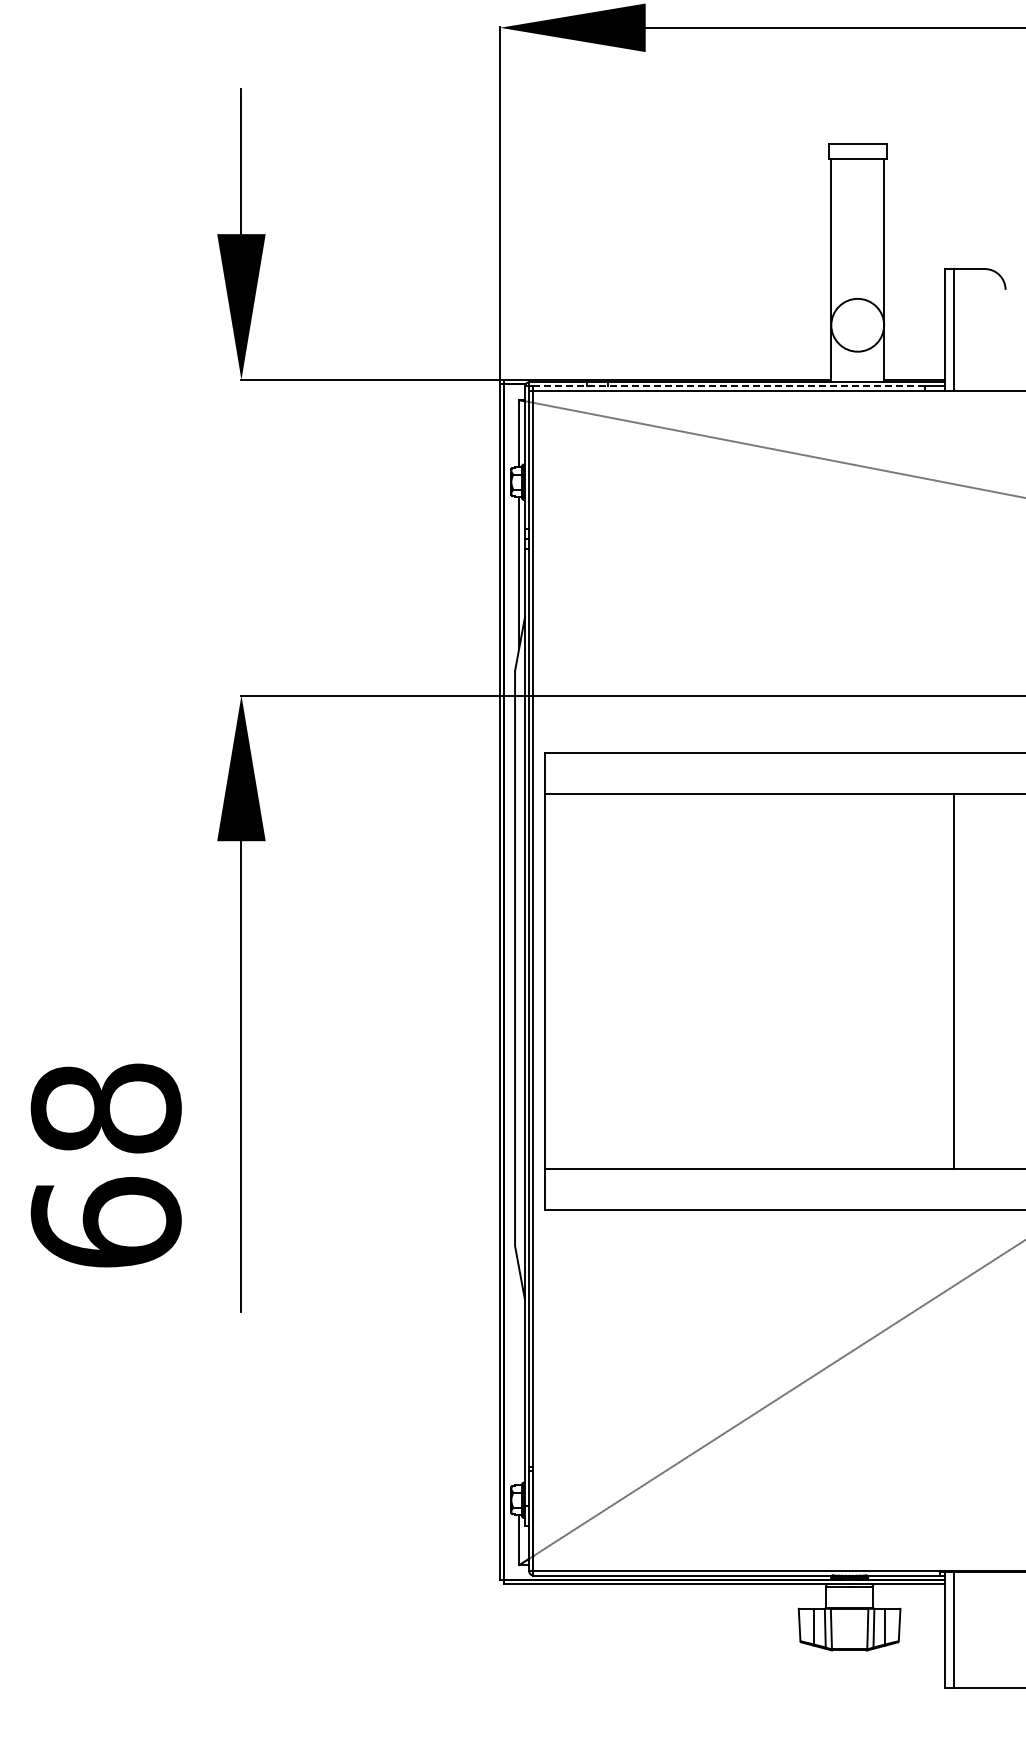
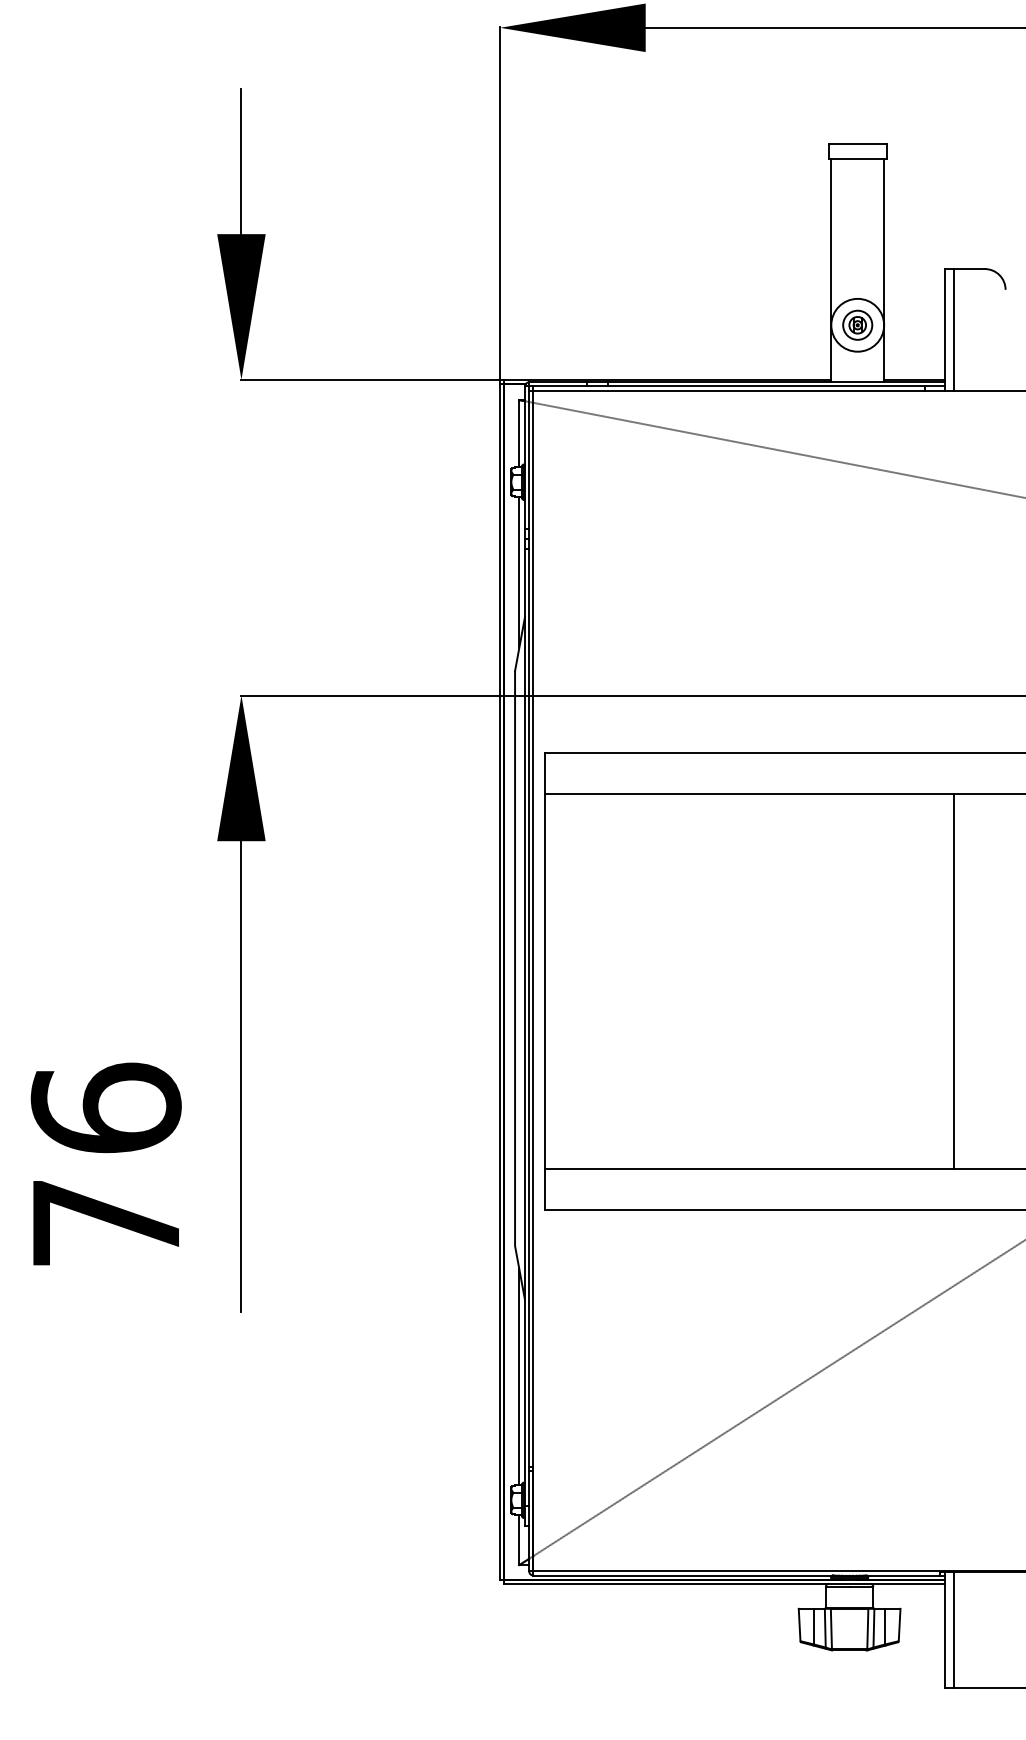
part at (857, 324): none -> present
line at (729, 386): dashed -> solid
text at (105, 1164): 68 -> 76
line at (519, 1377): none -> present
